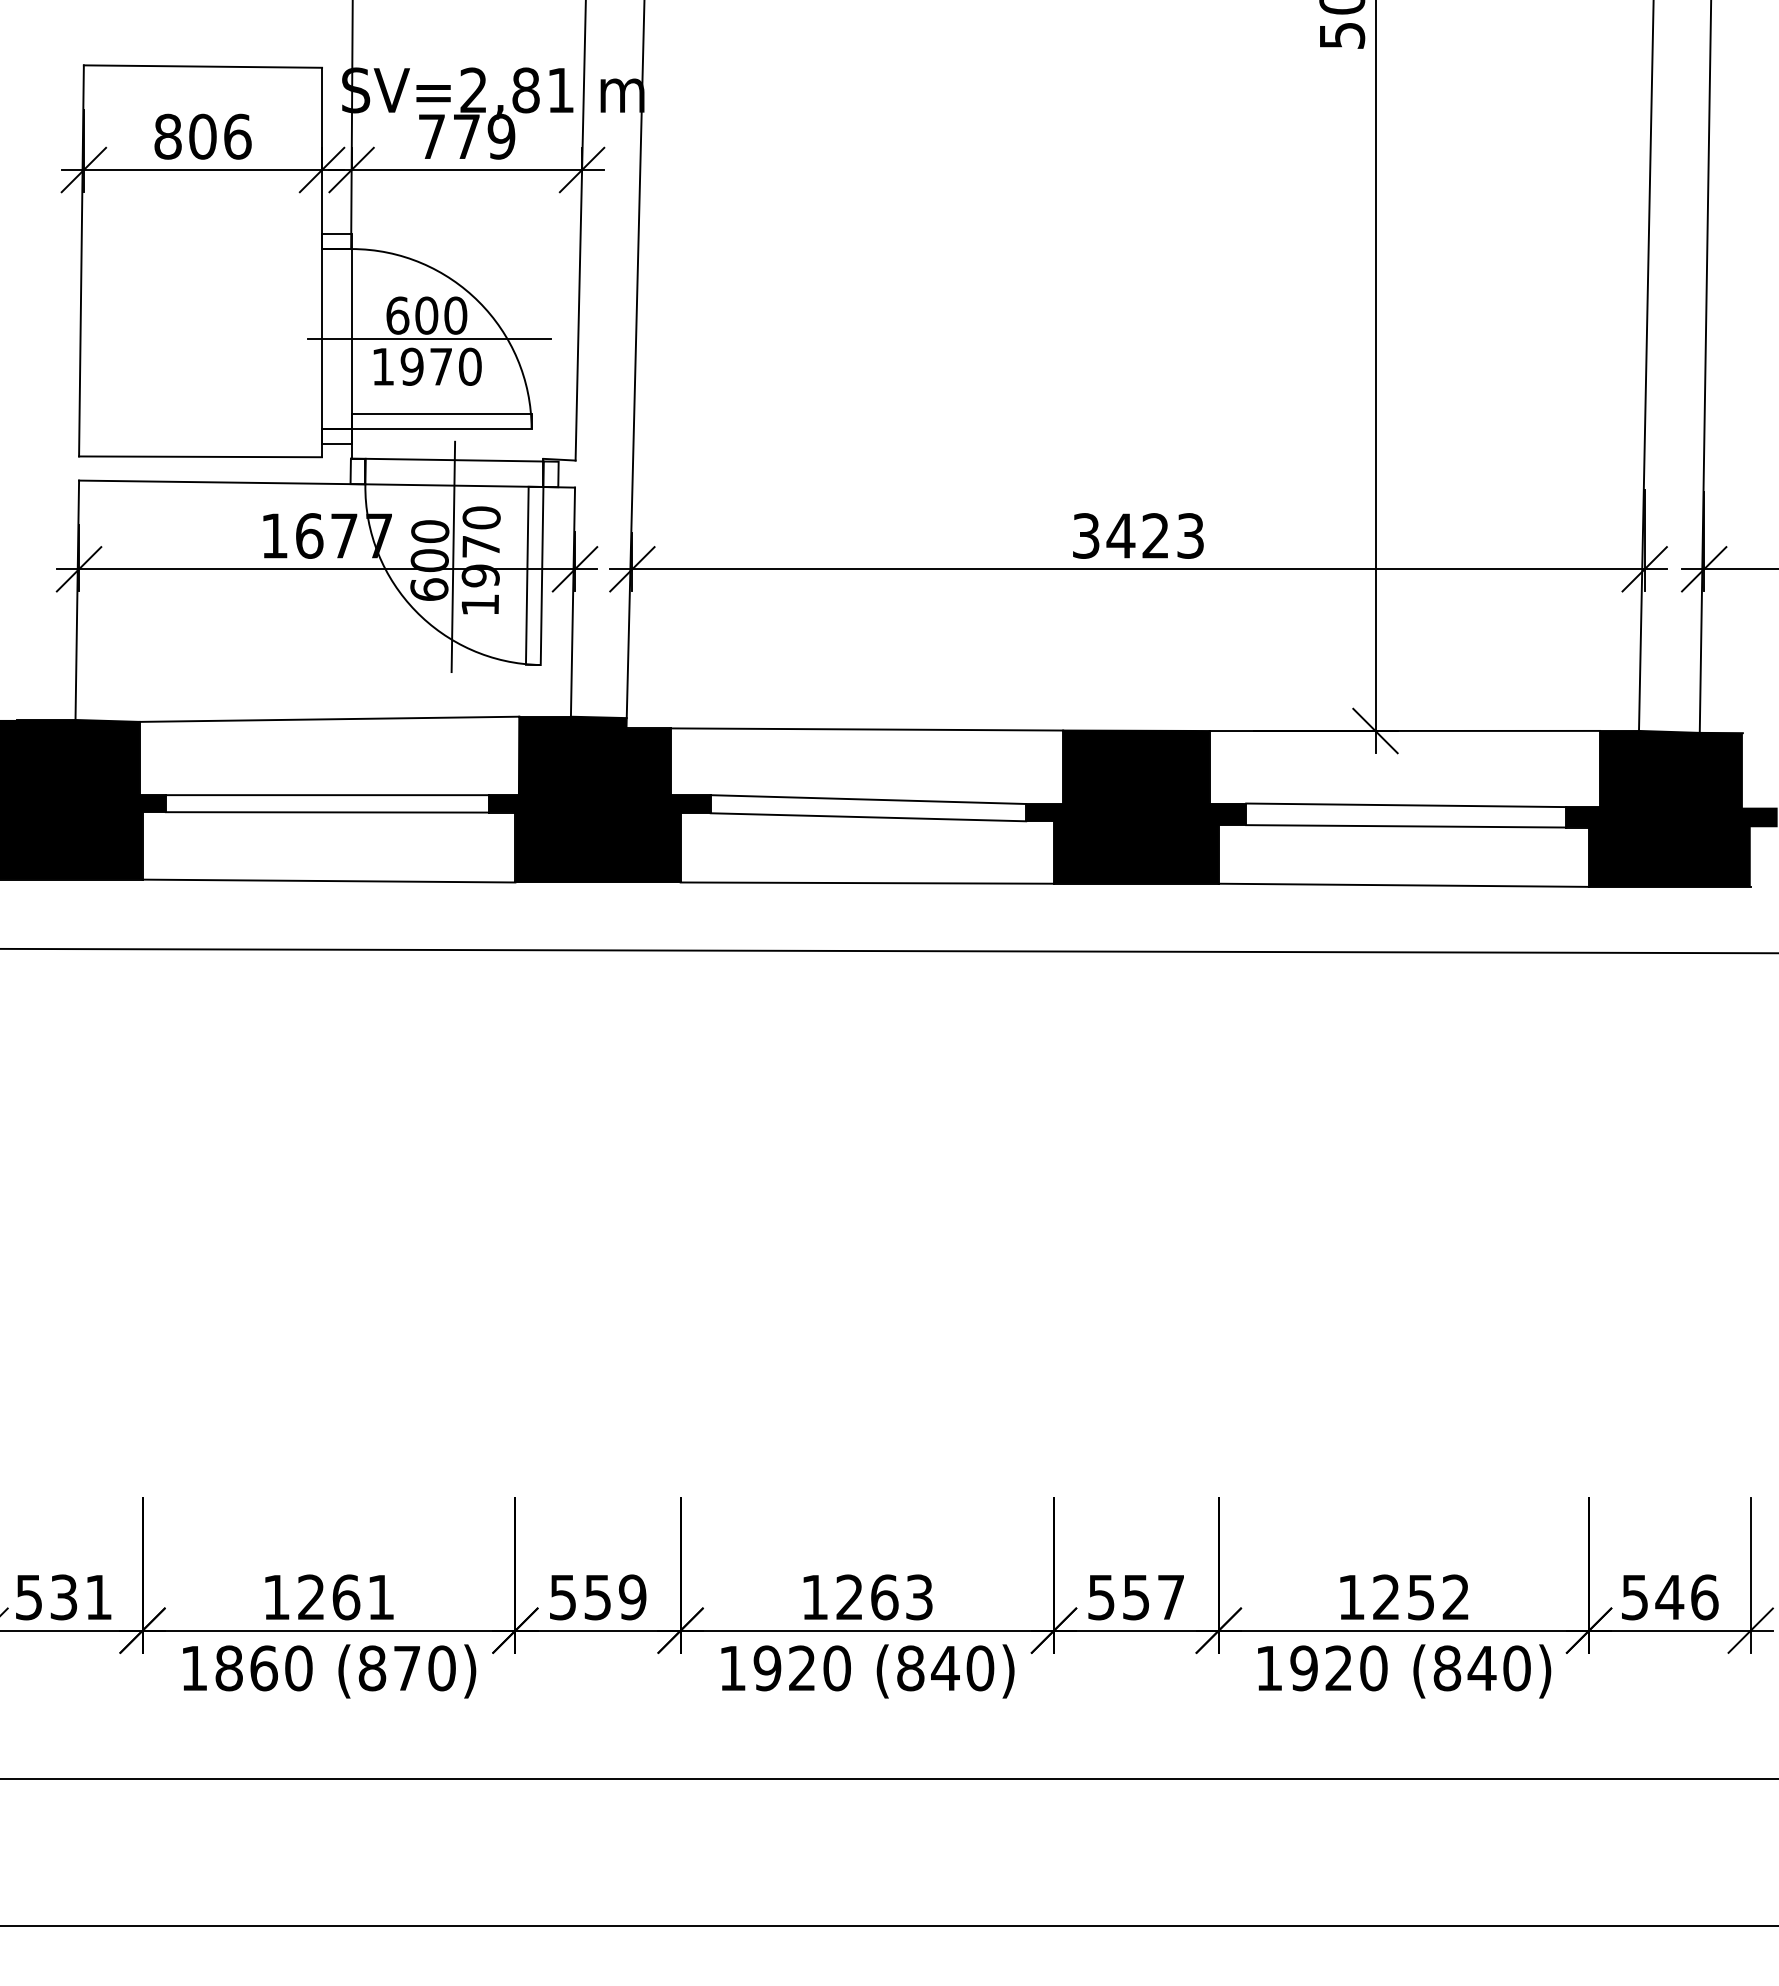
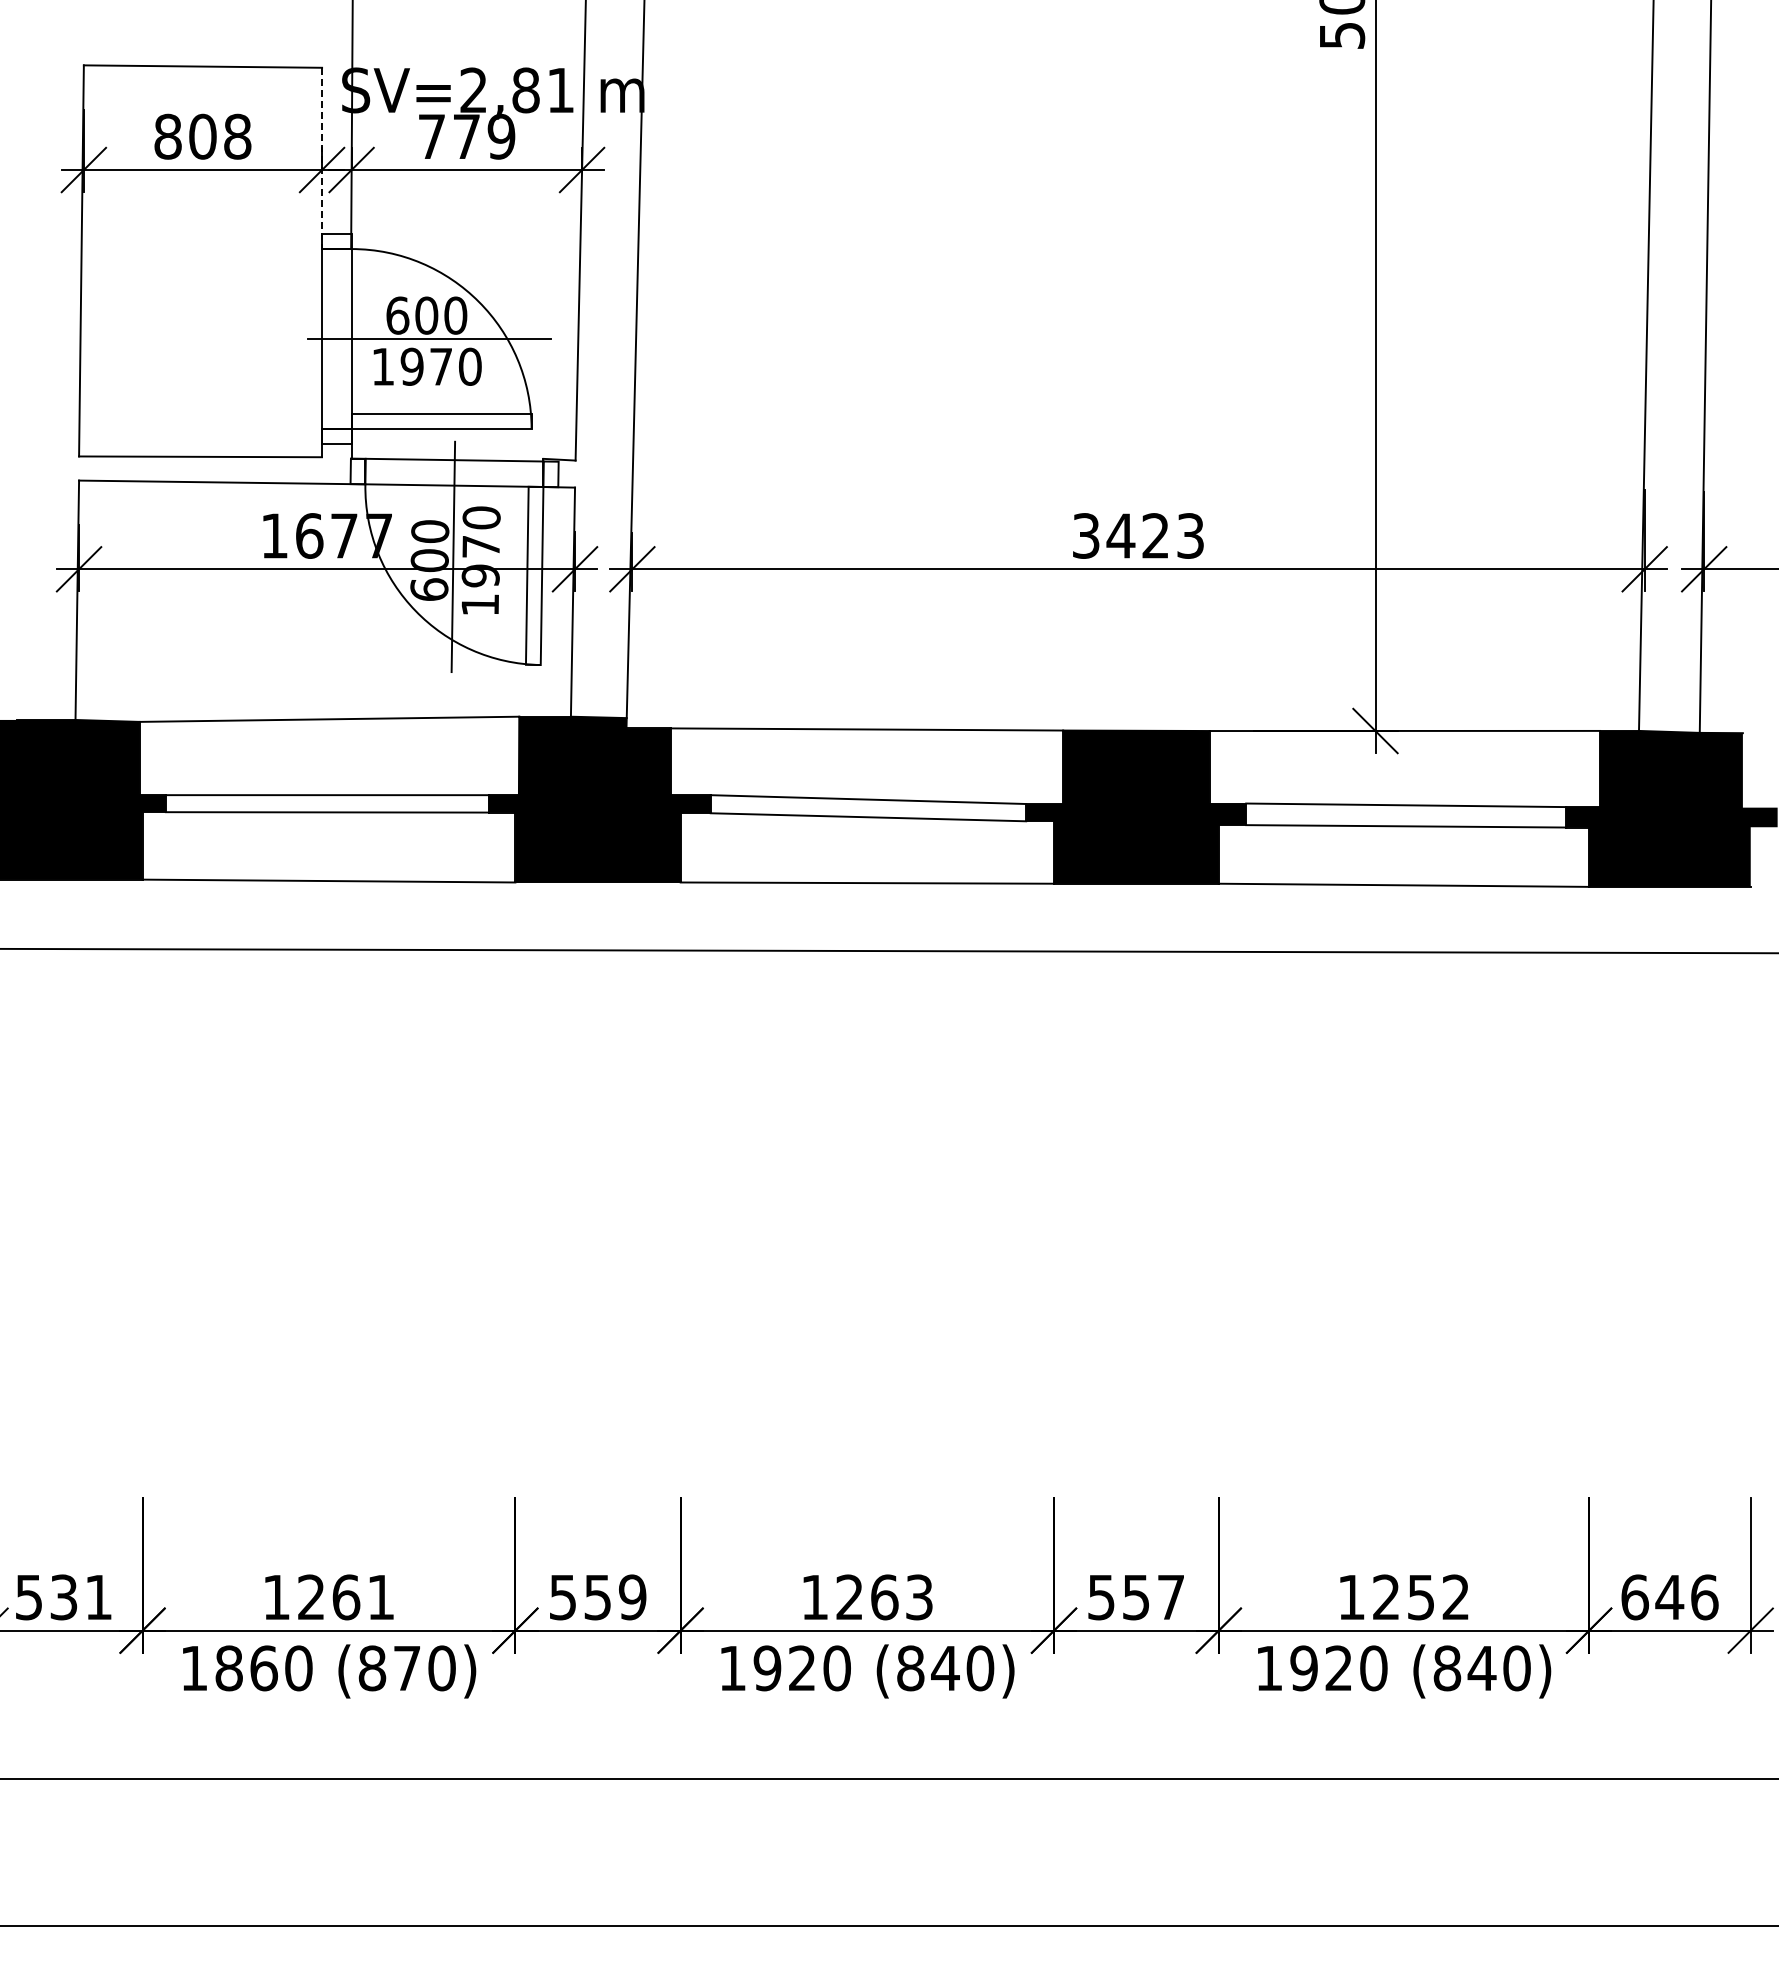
text at (237, 136): 806 -> 808
line at (322, 158): solid -> dashed
text at (1635, 1597): 546 -> 646
